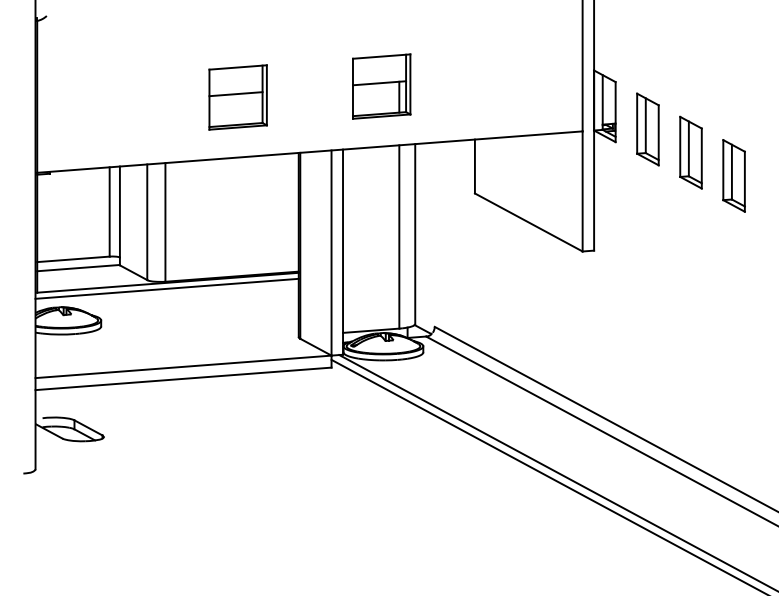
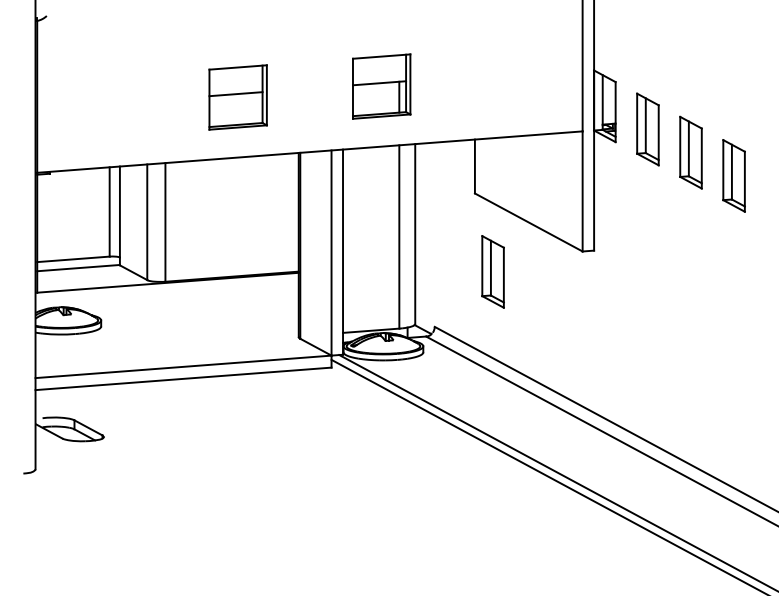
part at (492, 271): none -> present
line at (166, 288): present -> none
